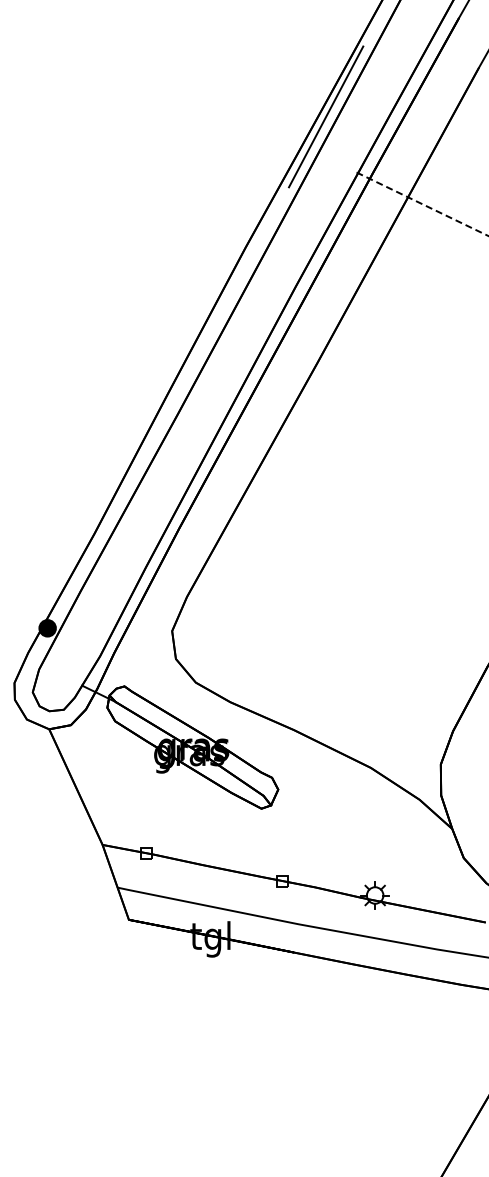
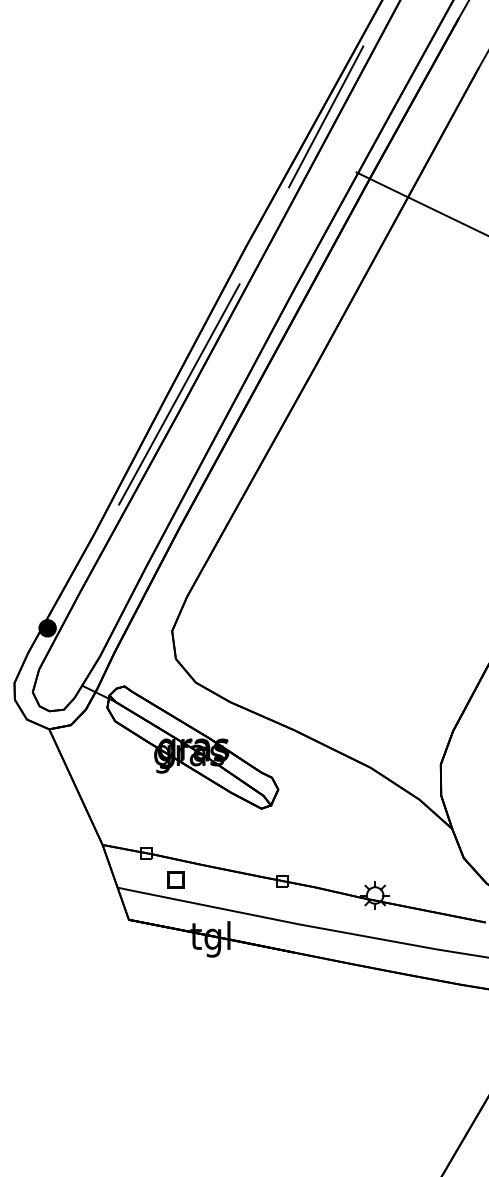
line at (423, 204): dashed -> solid
line at (179, 394): none -> present
part at (175, 879): none -> present
